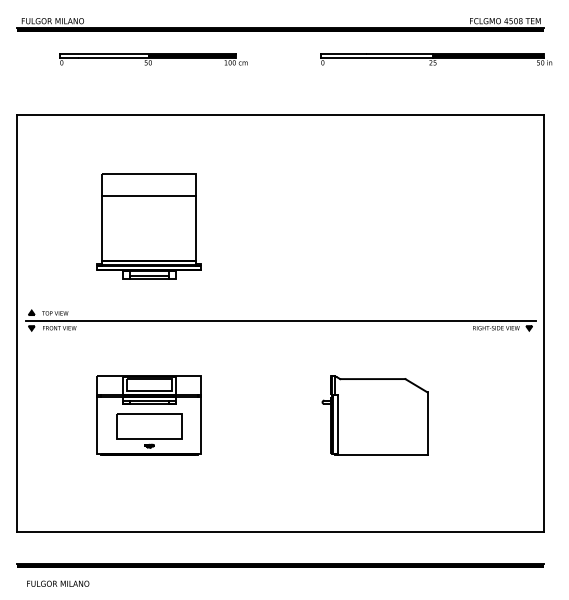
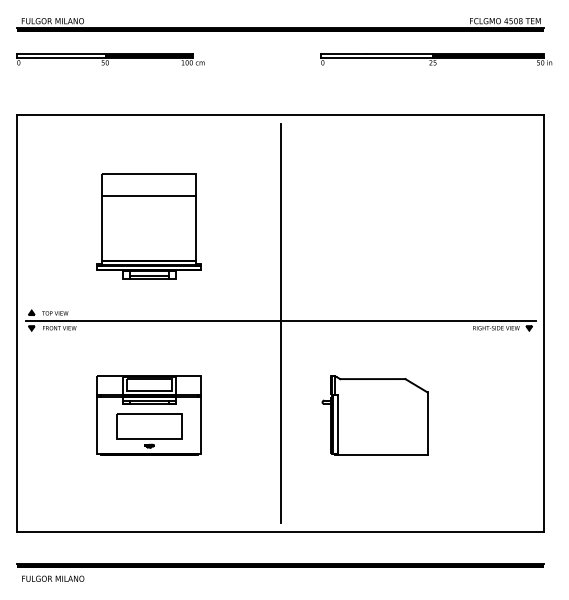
part at (153, 59) position: (153, 59) -> (110, 59)
line at (281, 323): none -> present
text at (58, 583) position: (58, 583) -> (53, 578)
